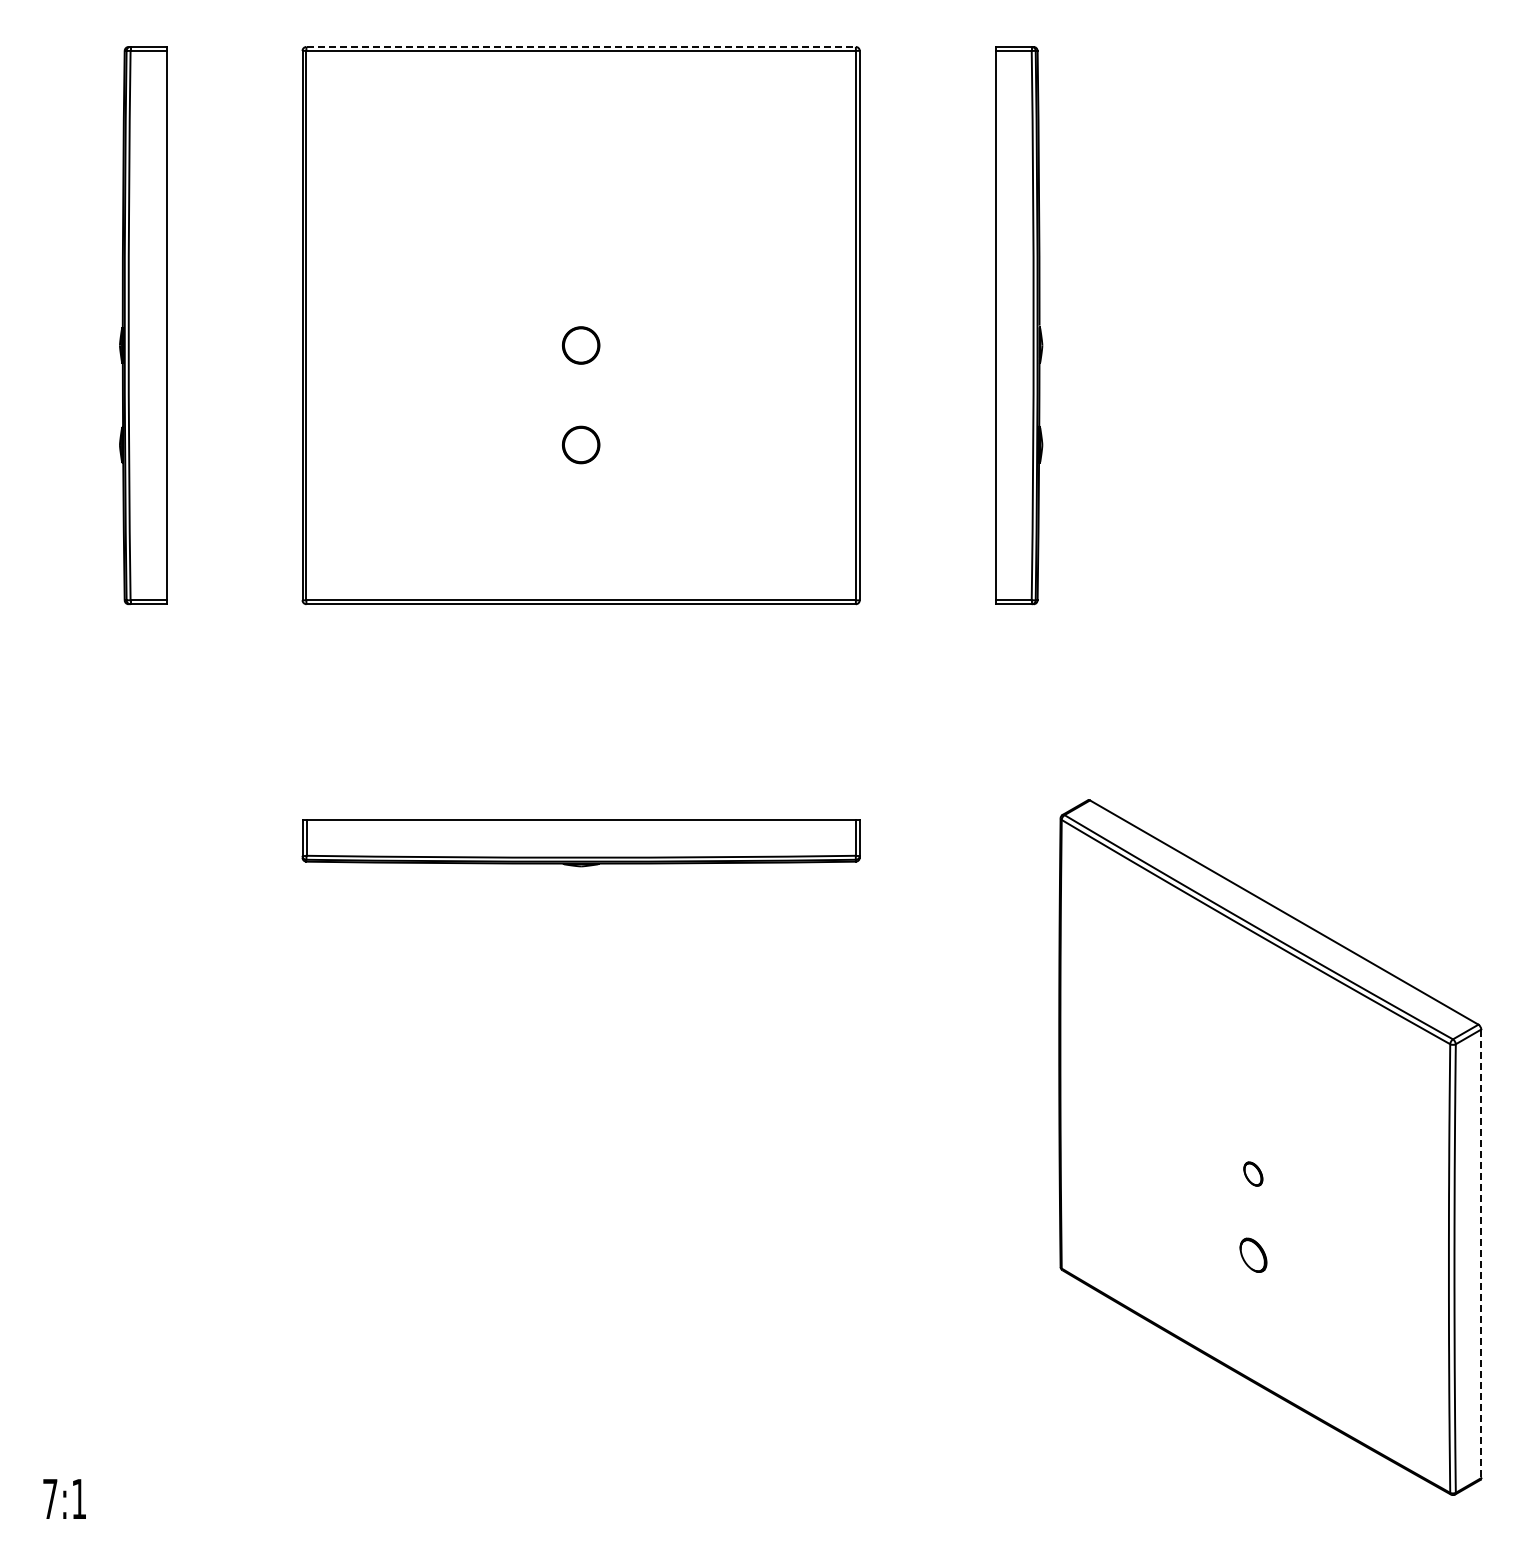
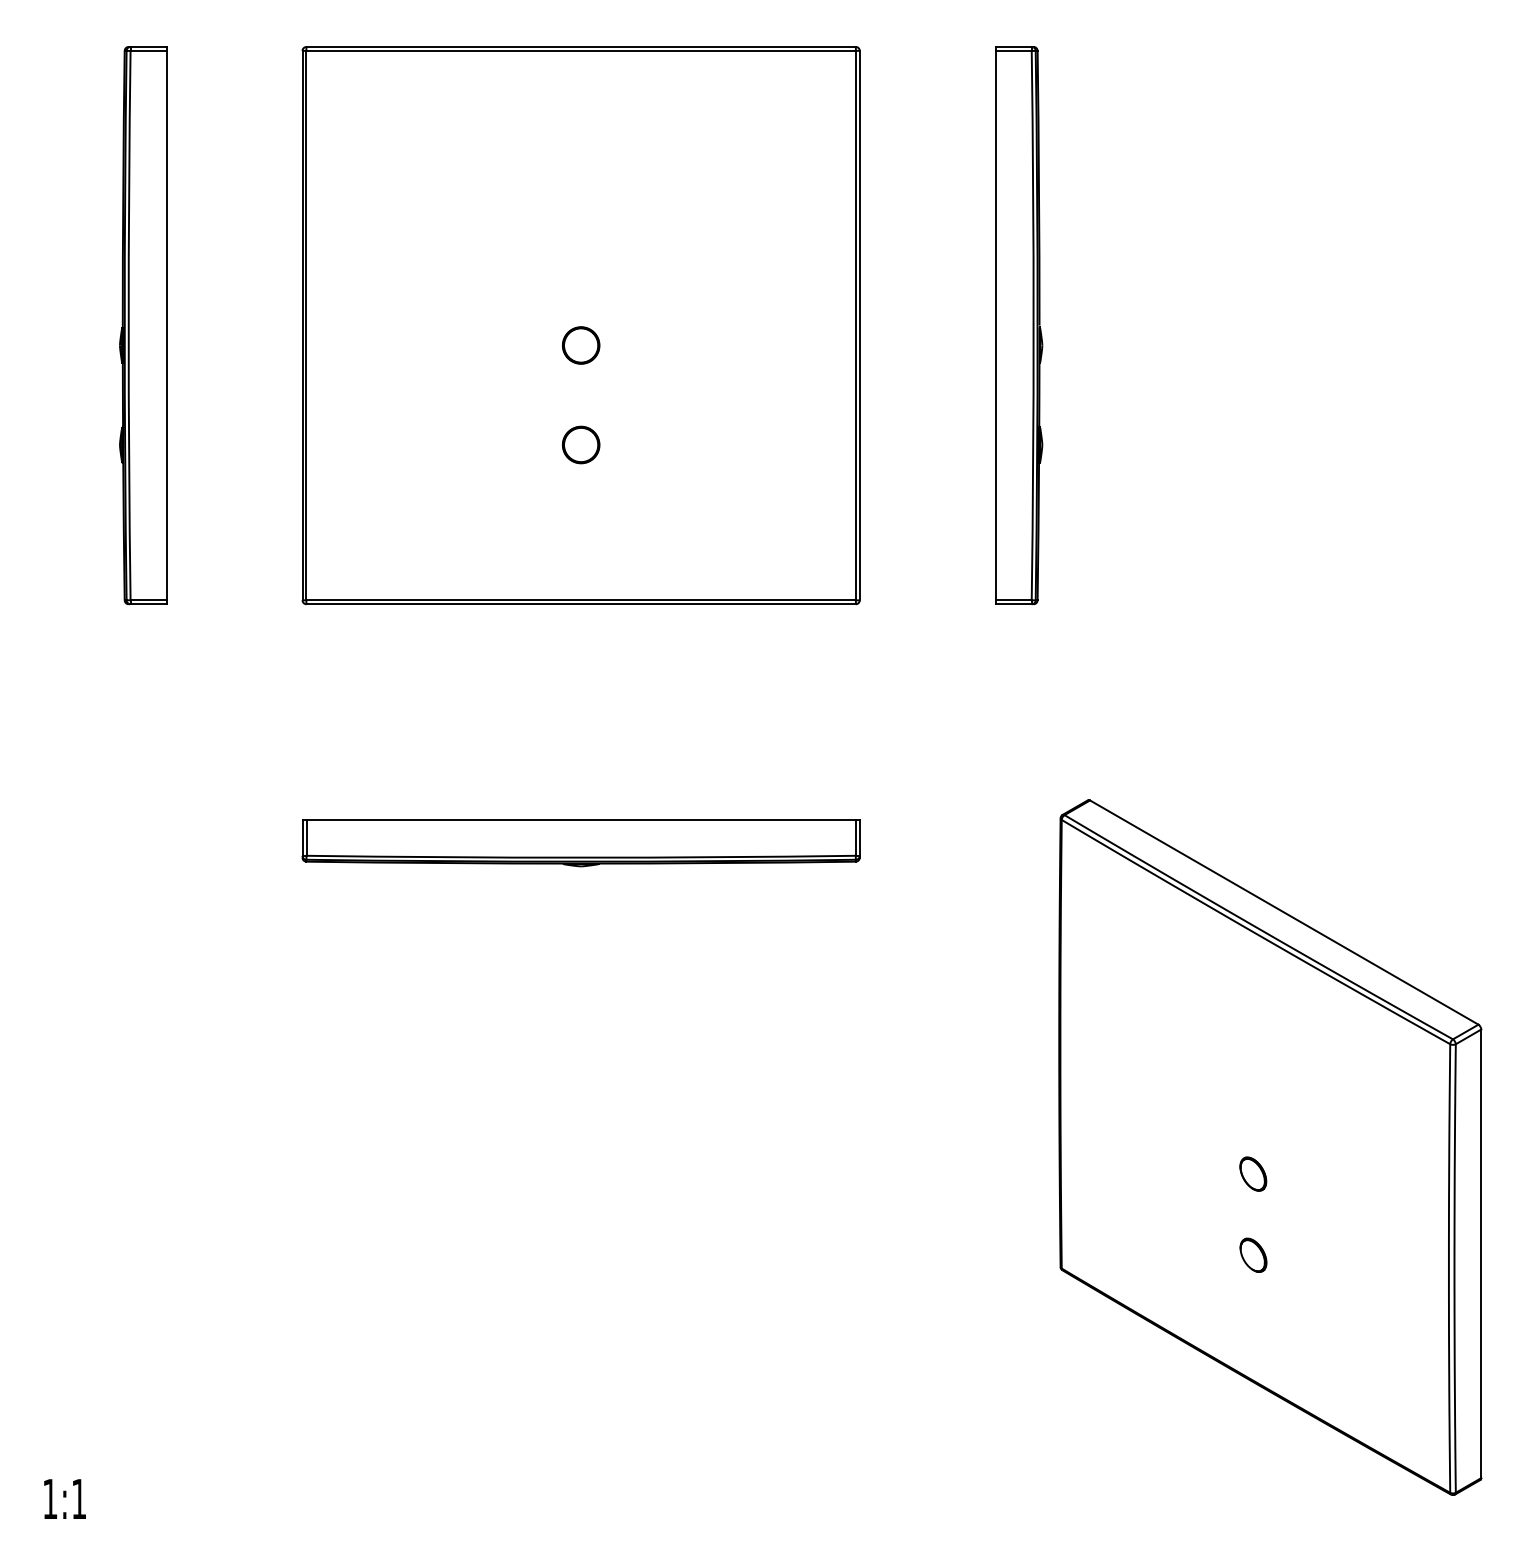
line at (581, 46): dashed -> solid
part at (1253, 1173) size: 21x26 px -> 29x36 px
line at (1481, 1254): dashed -> solid
text at (50, 1498): 7:1 -> 1:1
